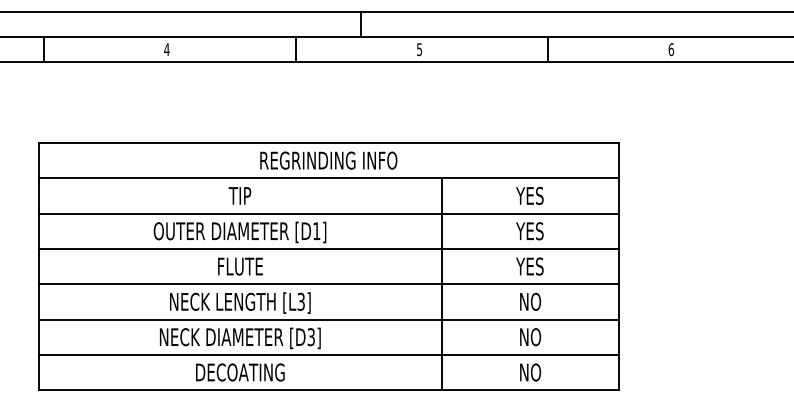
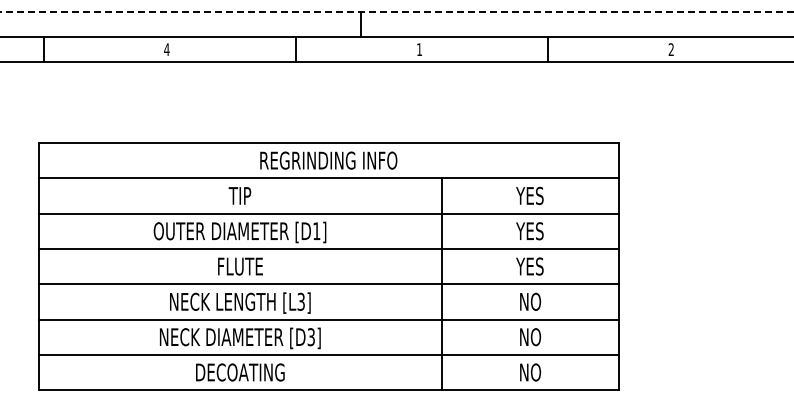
line at (397, 11): solid -> dashed
text at (419, 49): 5 -> 1
text at (671, 49): 6 -> 2
